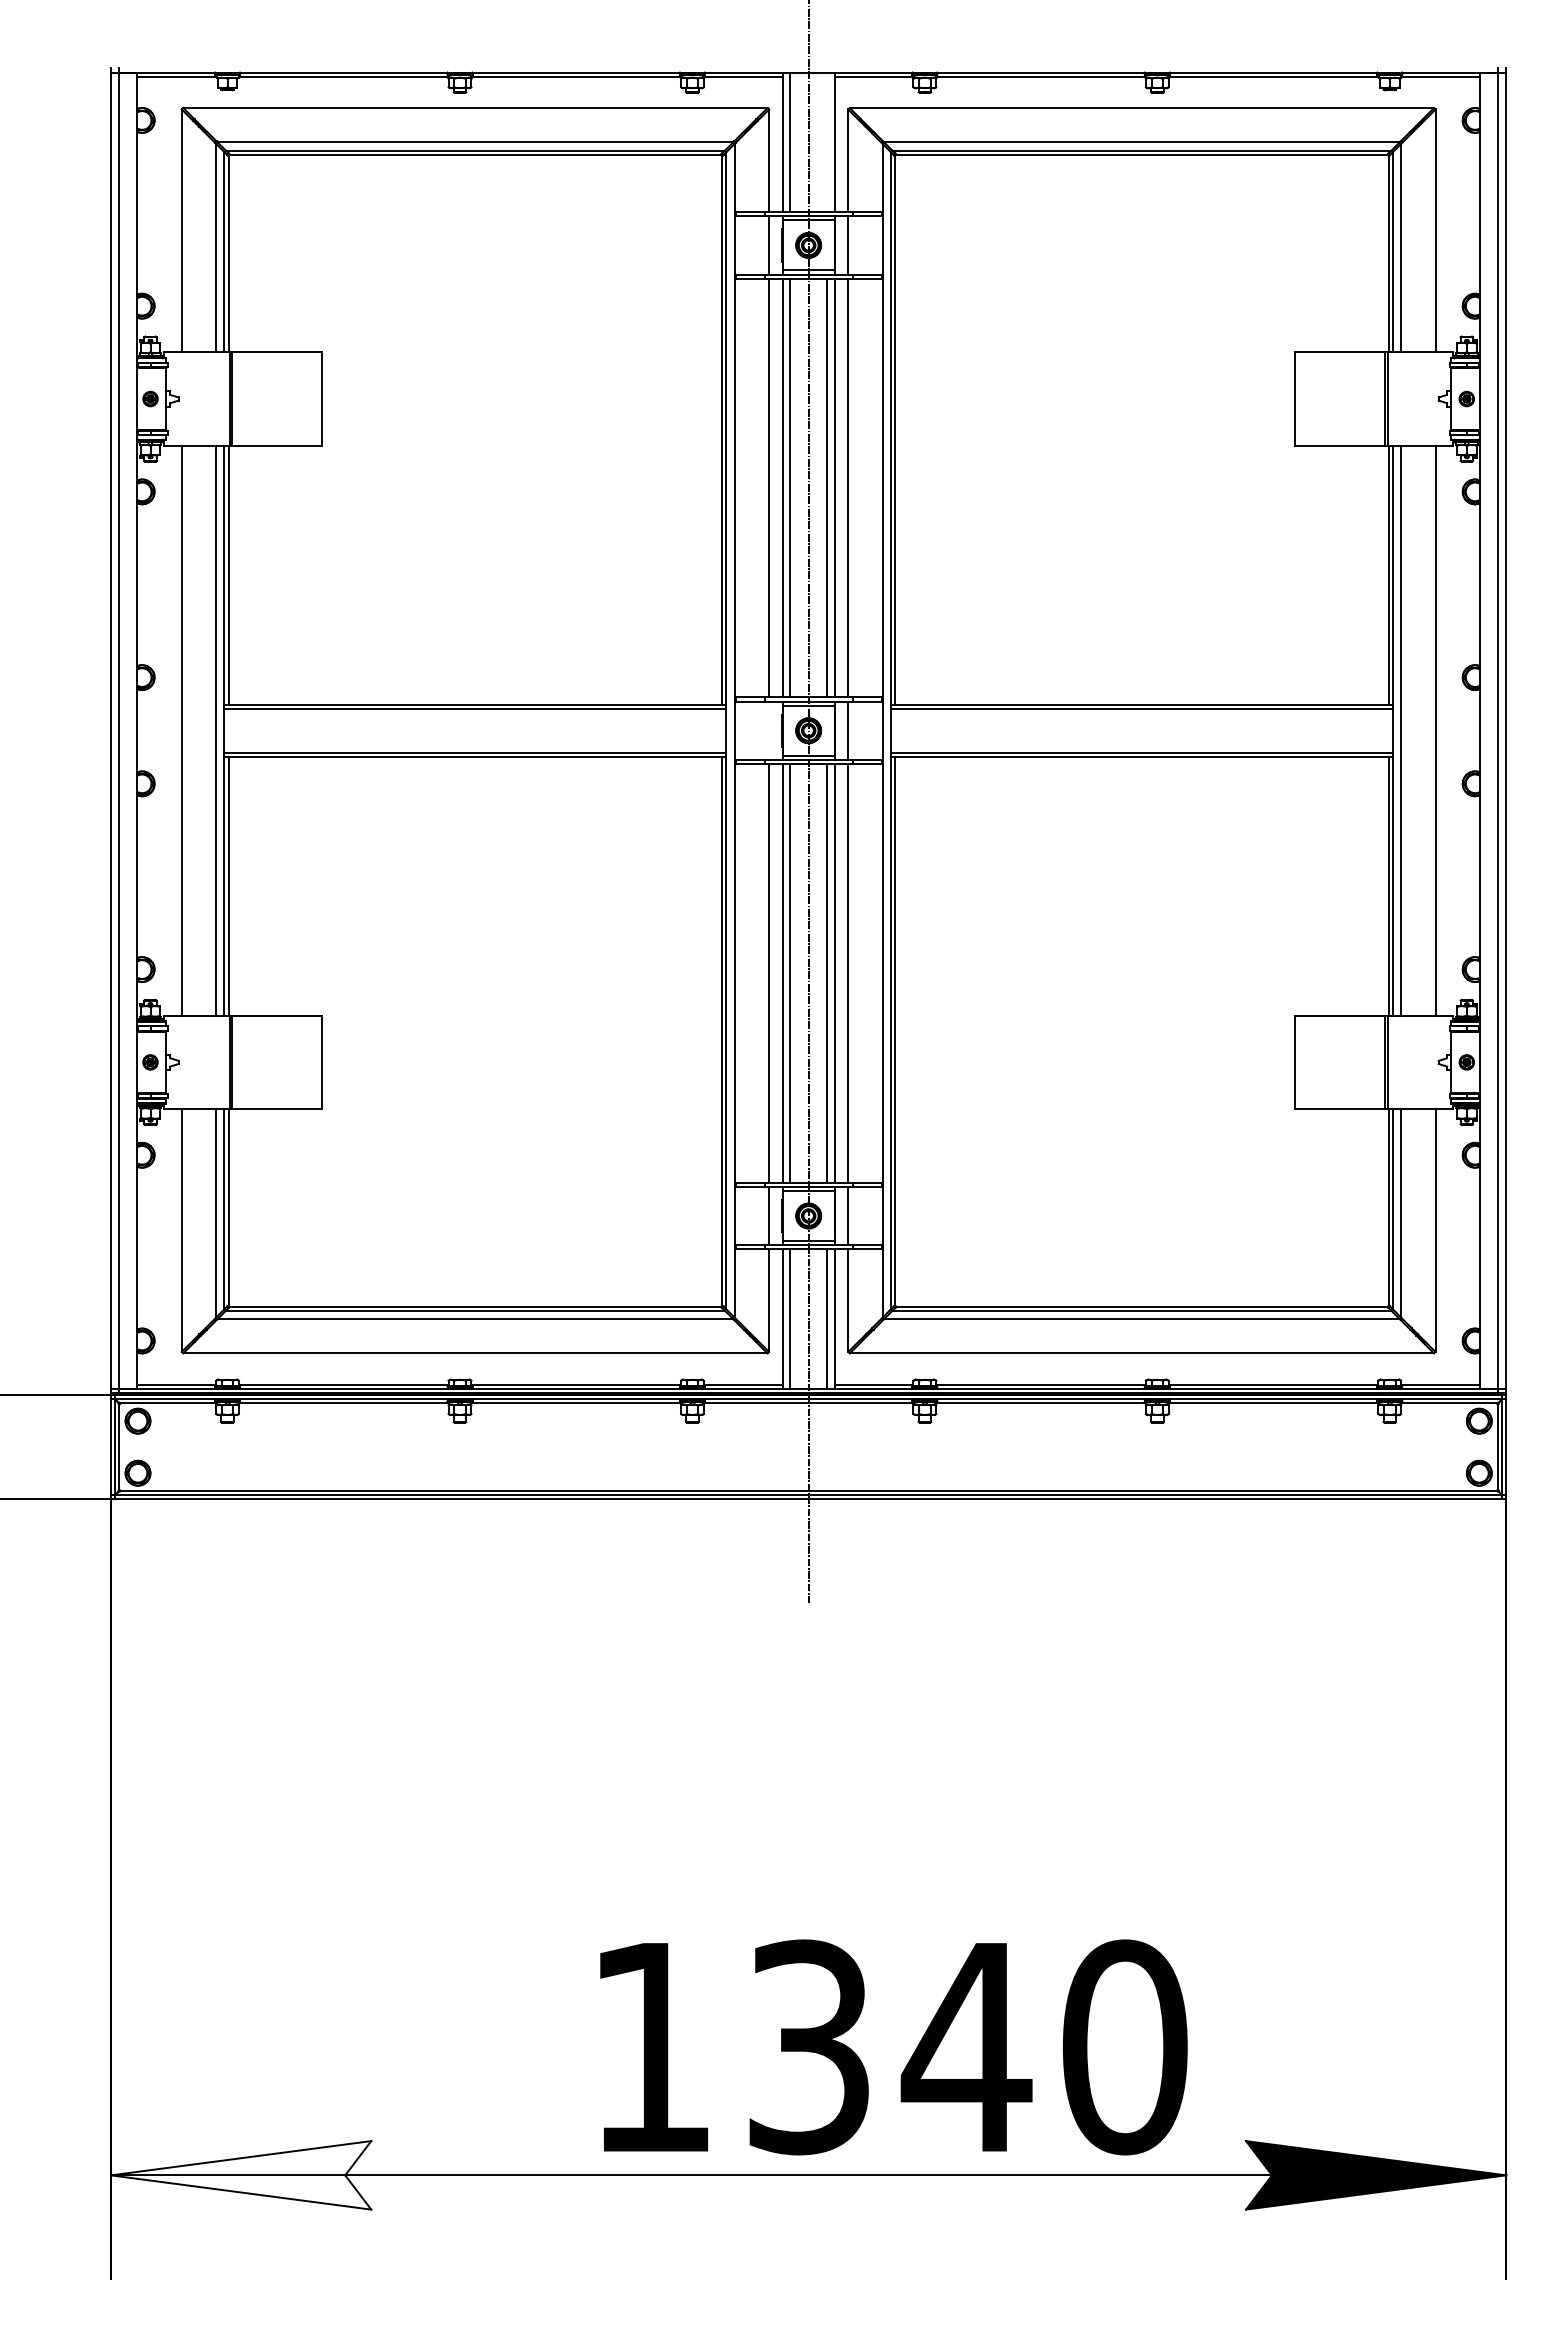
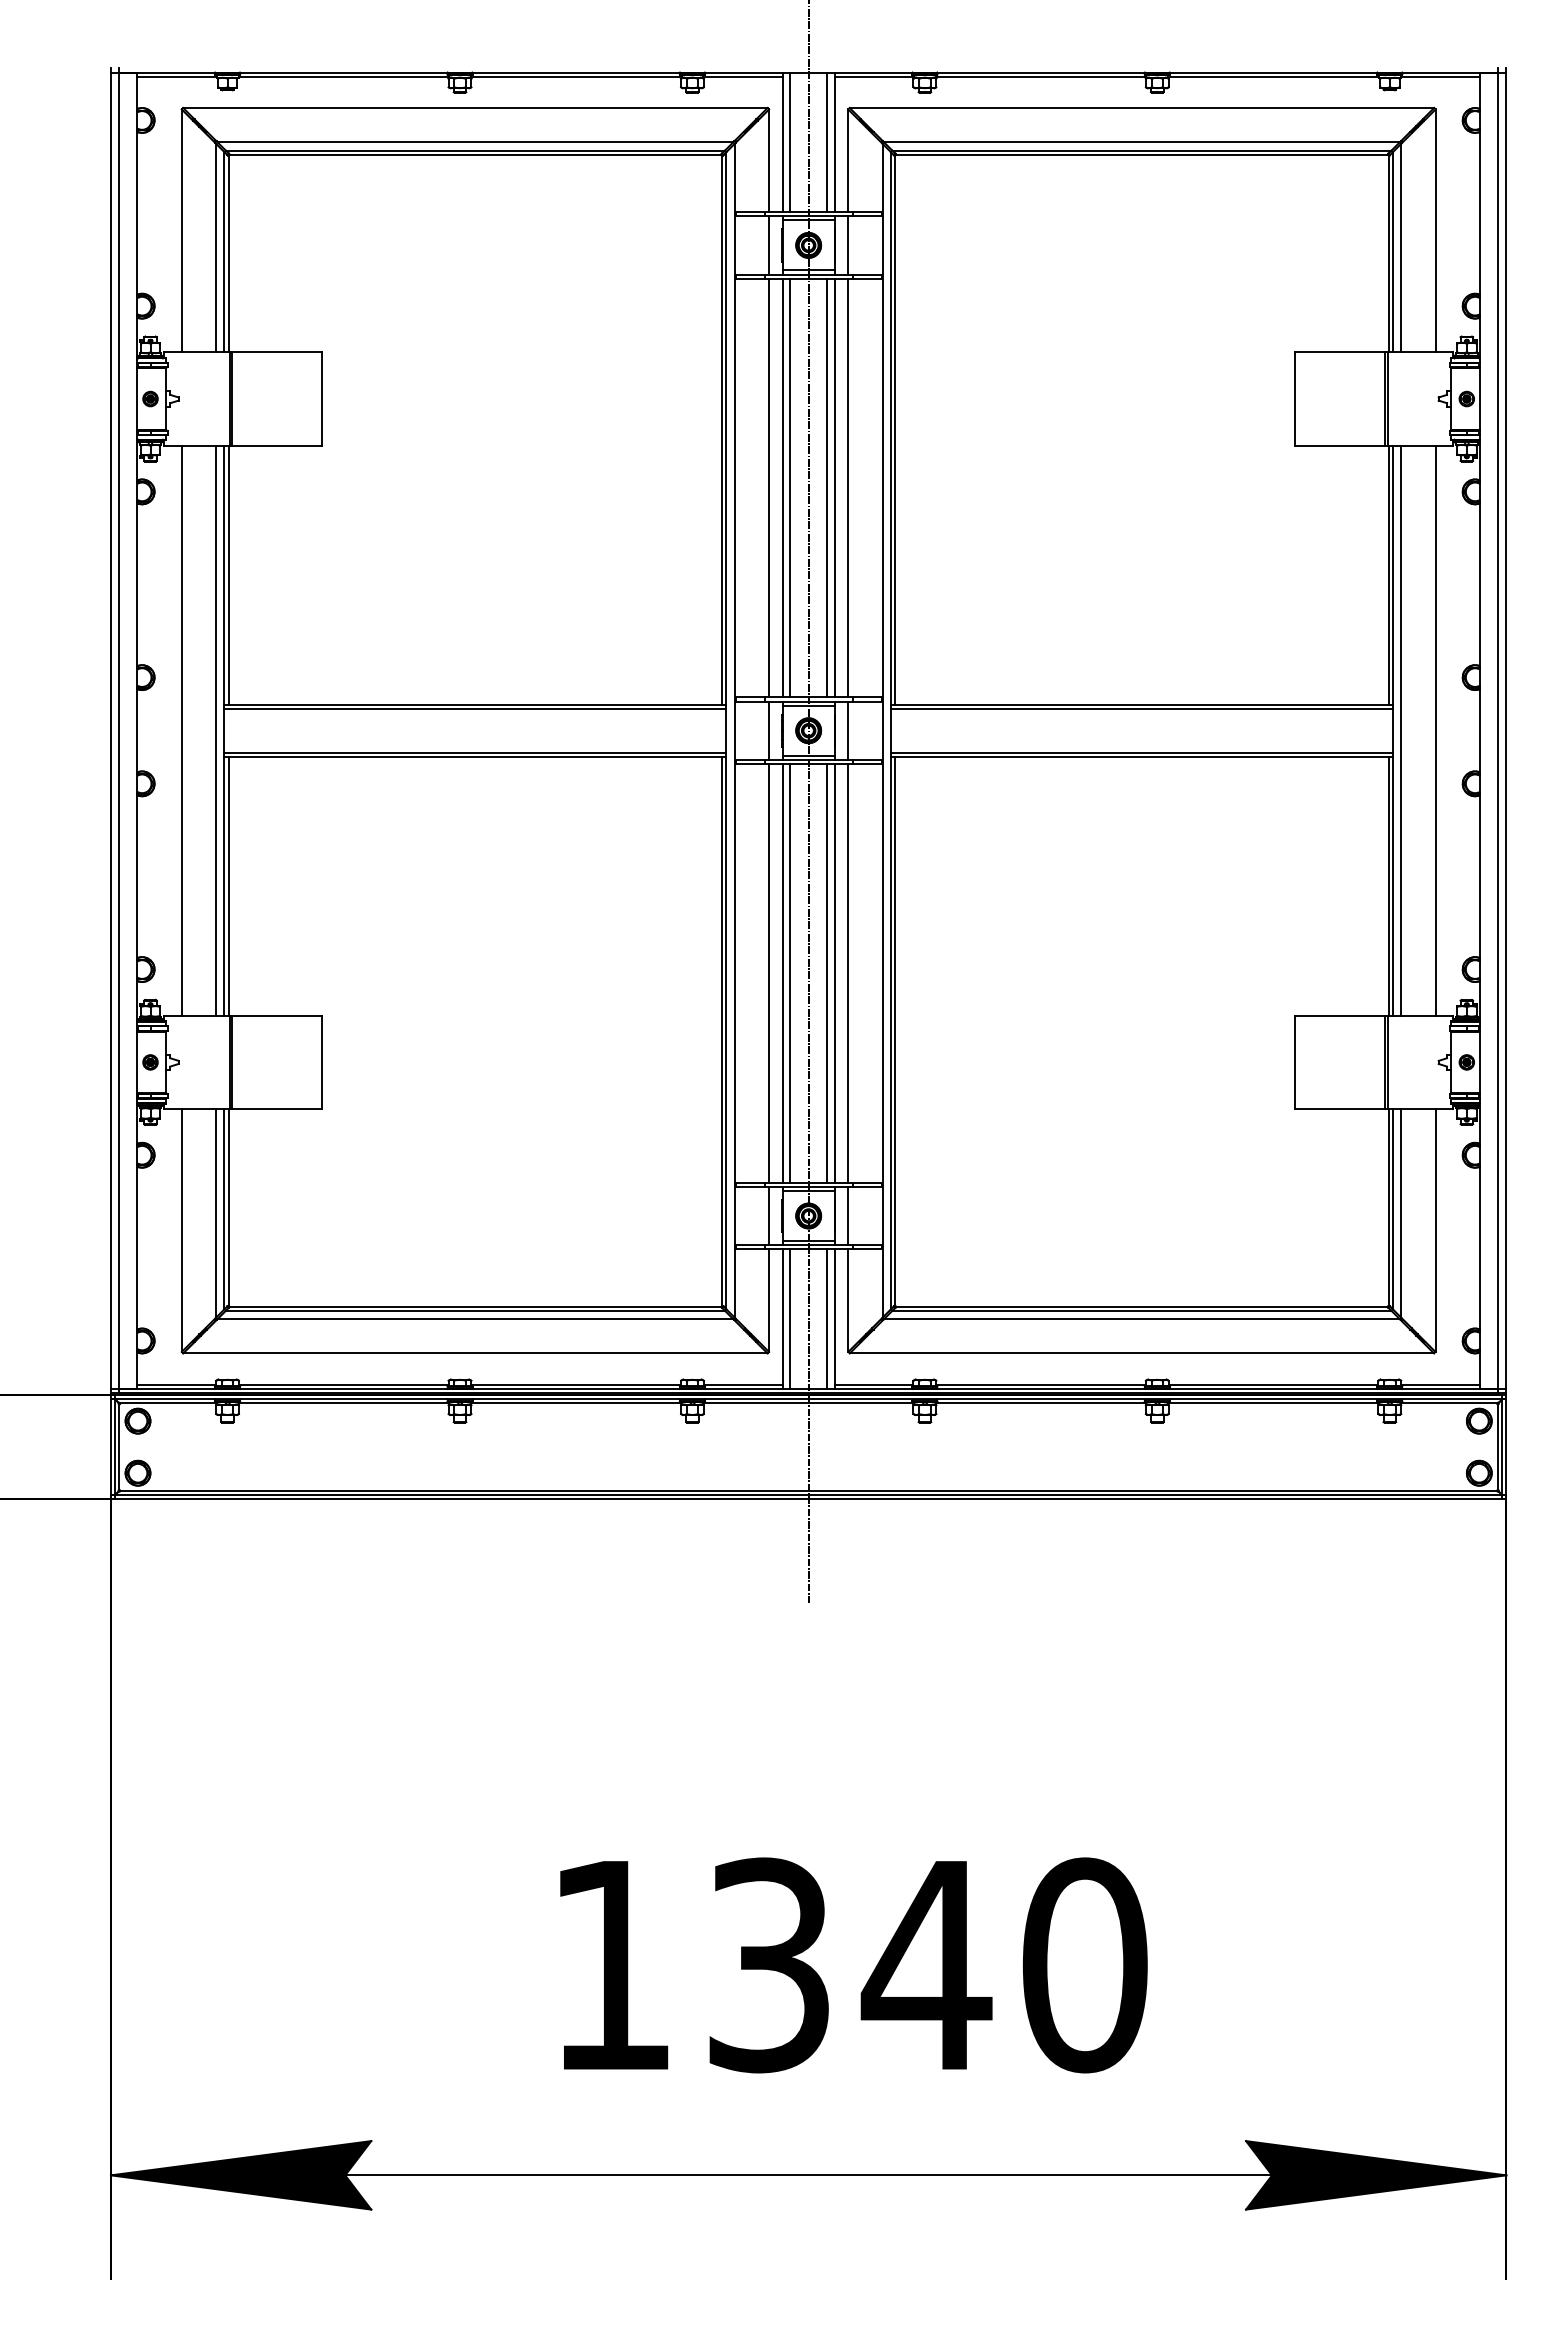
line at (827, 142): none -> present
line at (769, 730): none -> present
text at (893, 2047) position: (893, 2047) -> (853, 1965)
fill at (240, 2175): none -> present
